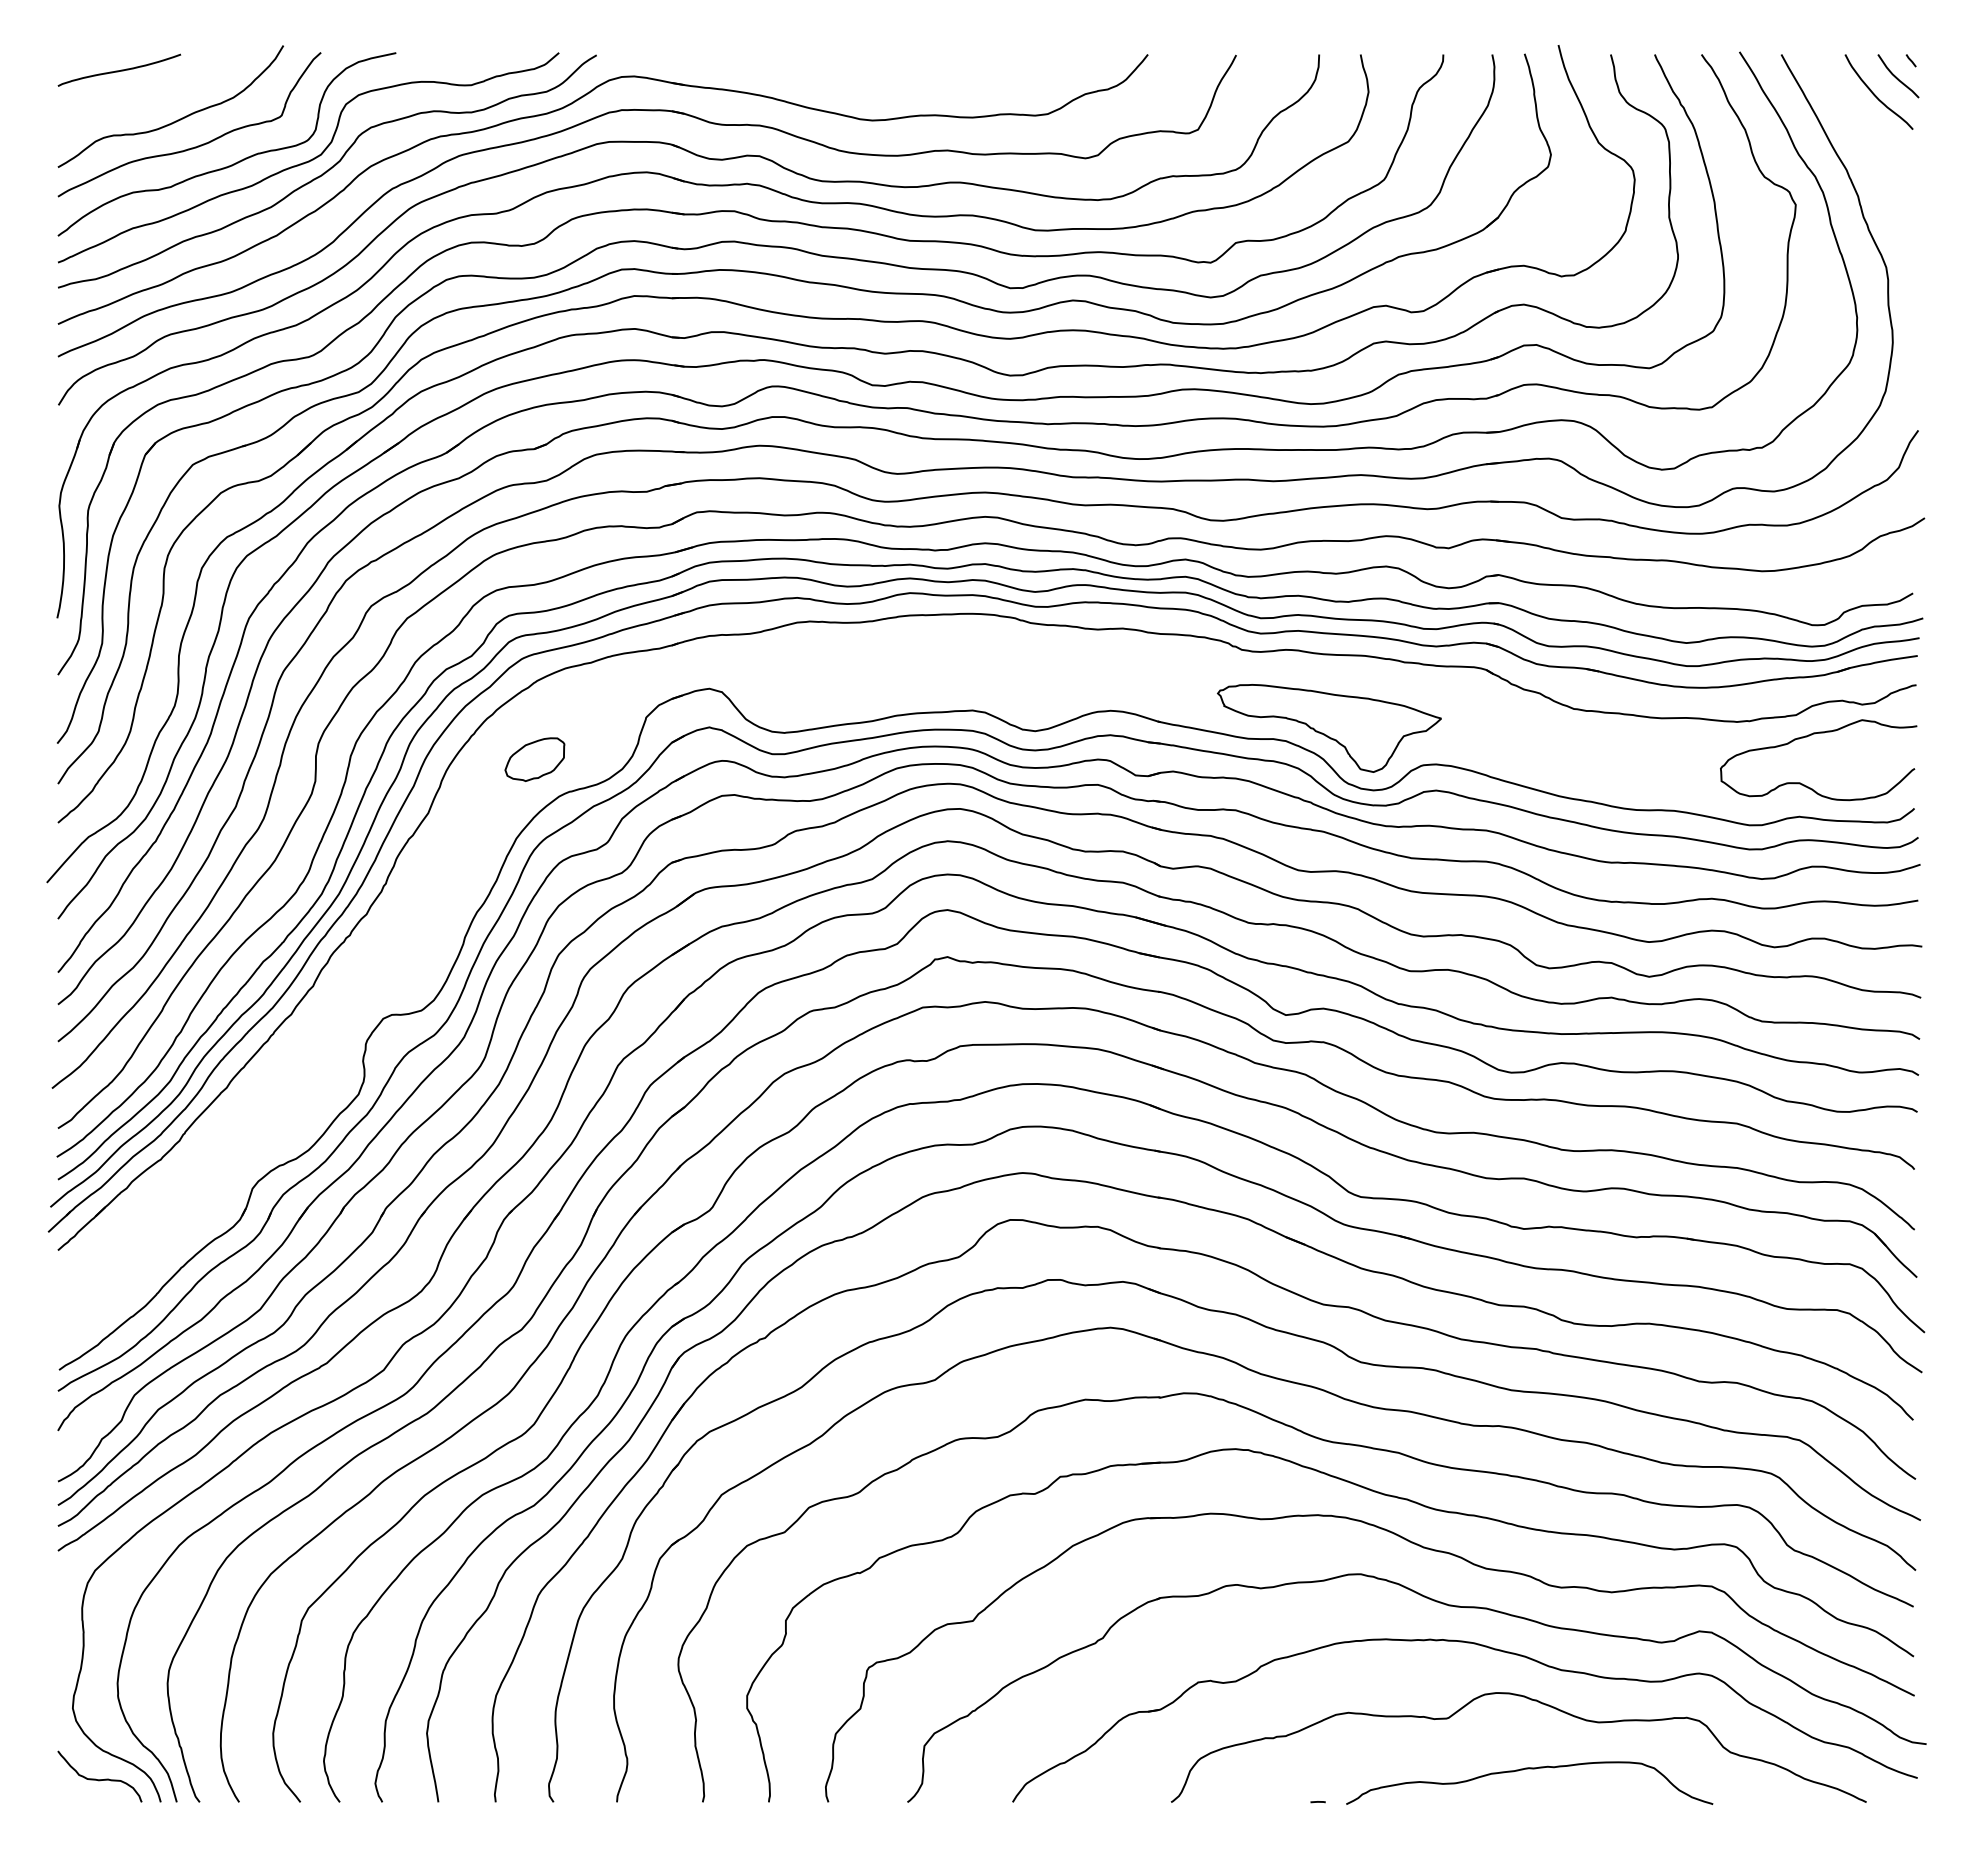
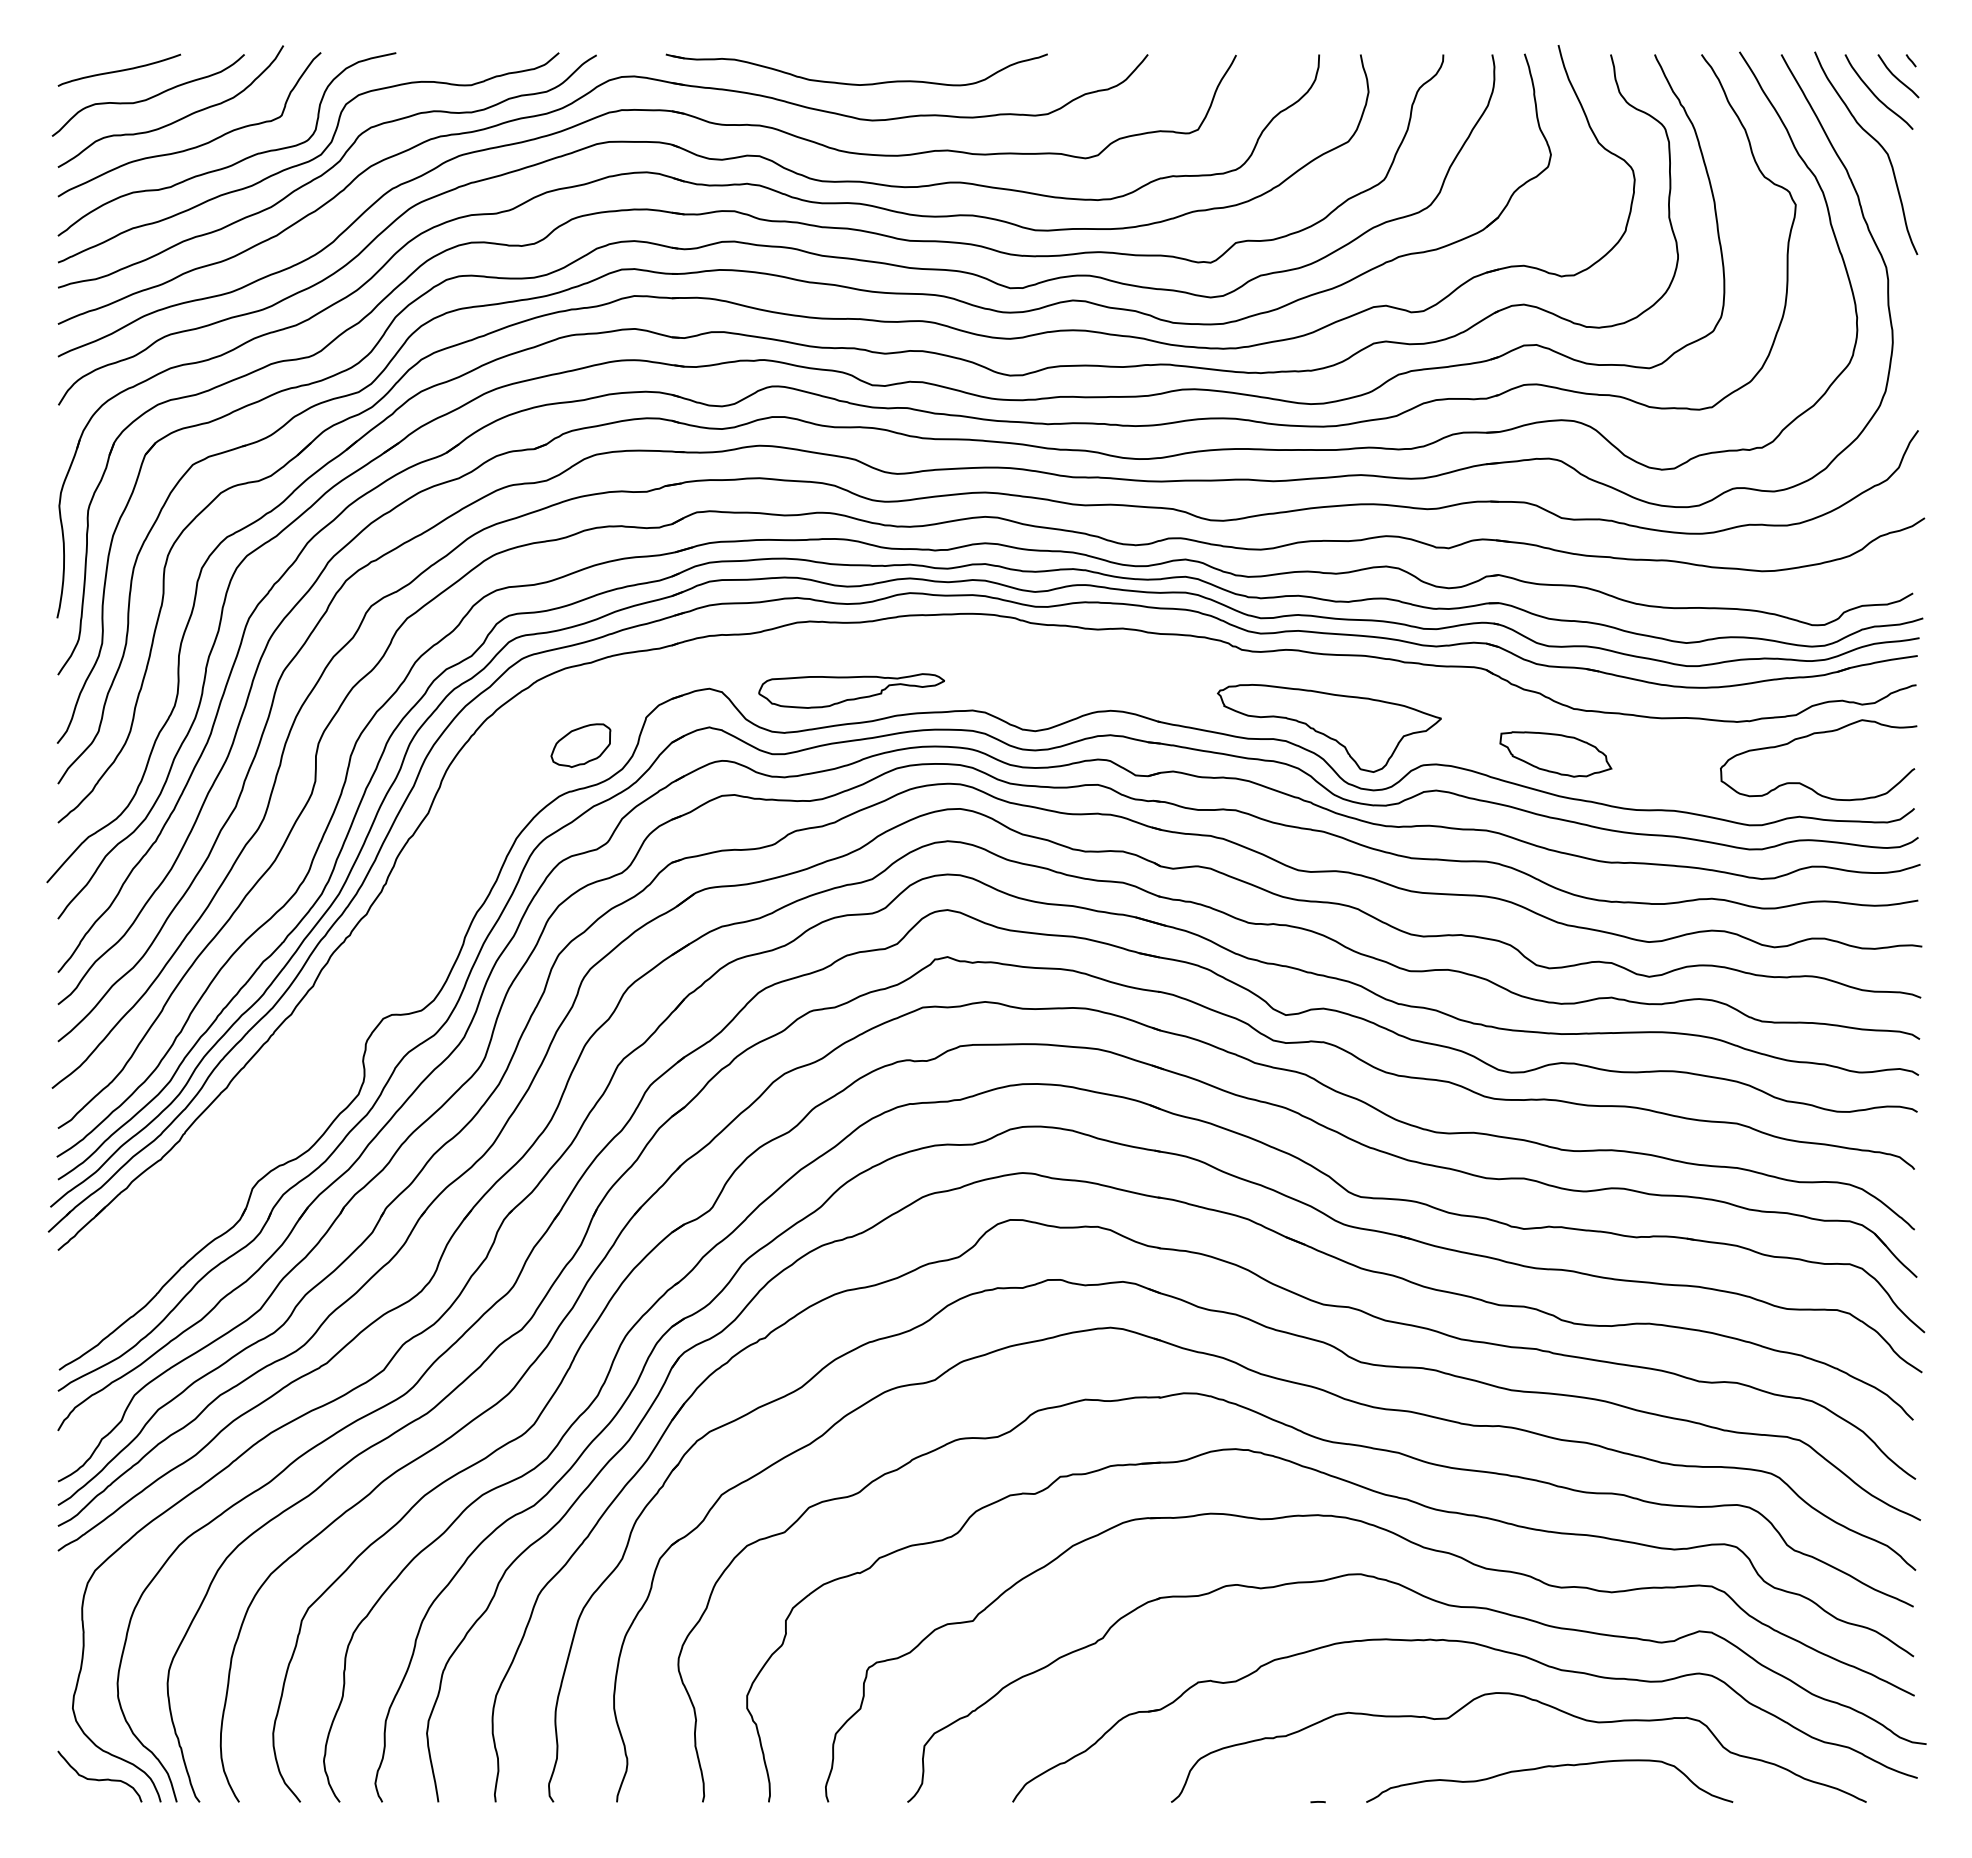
part at (855, 83): none -> present
curve at (149, 97): none -> present
curve at (1876, 142): none -> present
part at (851, 690): none -> present
part at (1555, 754): none -> present
part at (534, 759) position: (534, 759) -> (580, 745)
curve at (1529, 1769) position: (1529, 1769) -> (1549, 1767)
